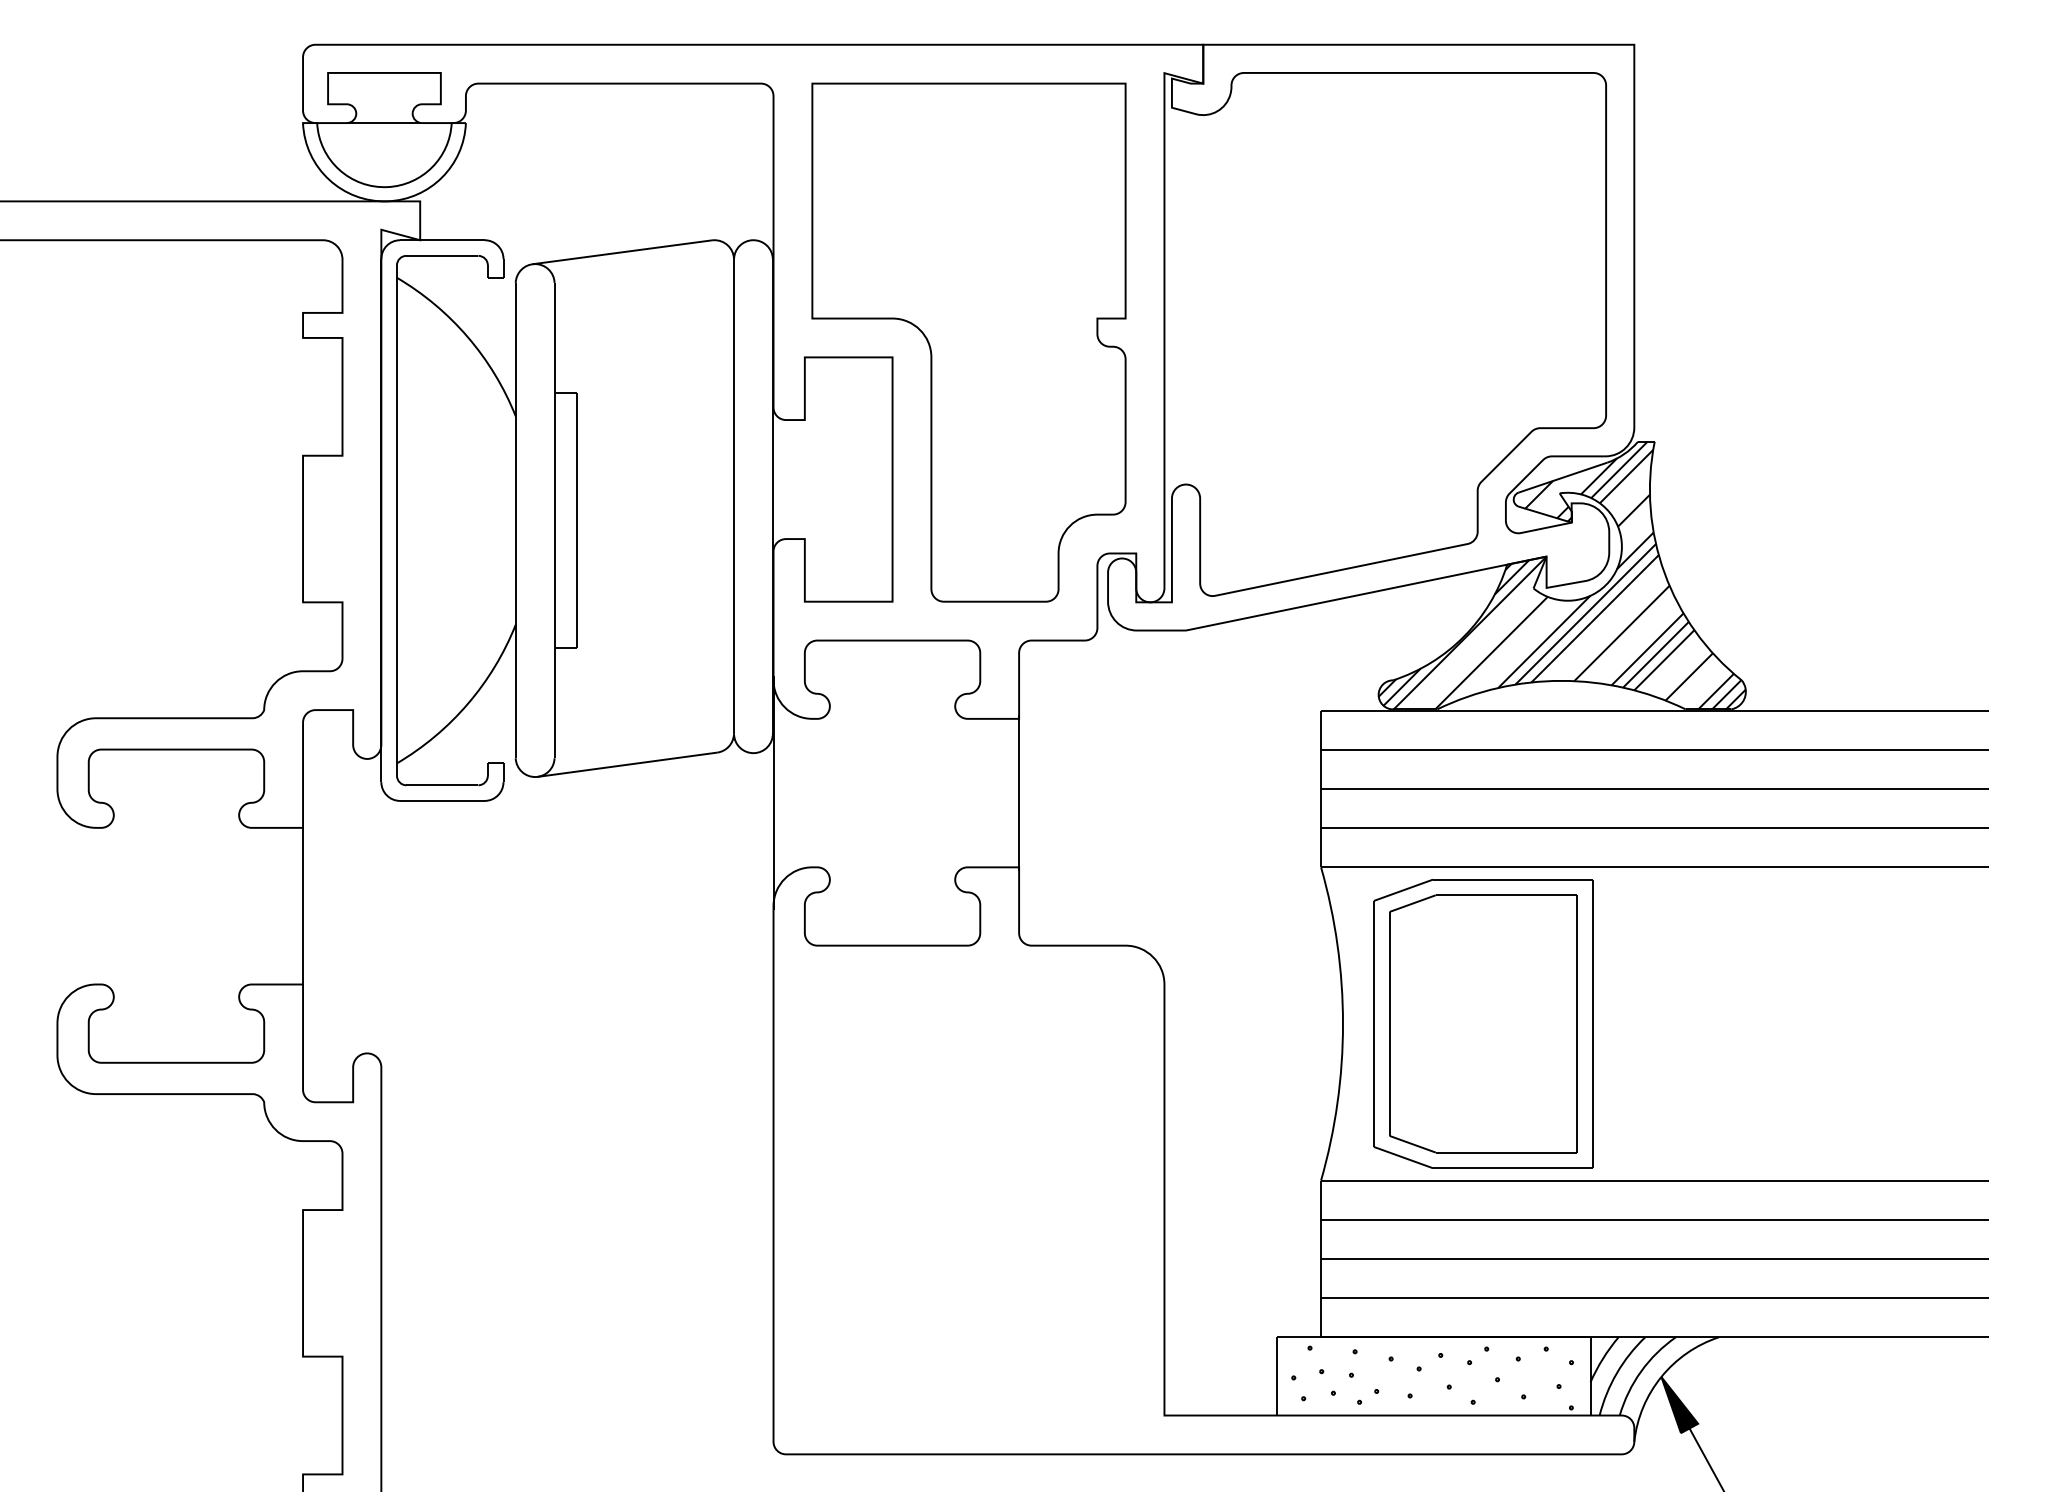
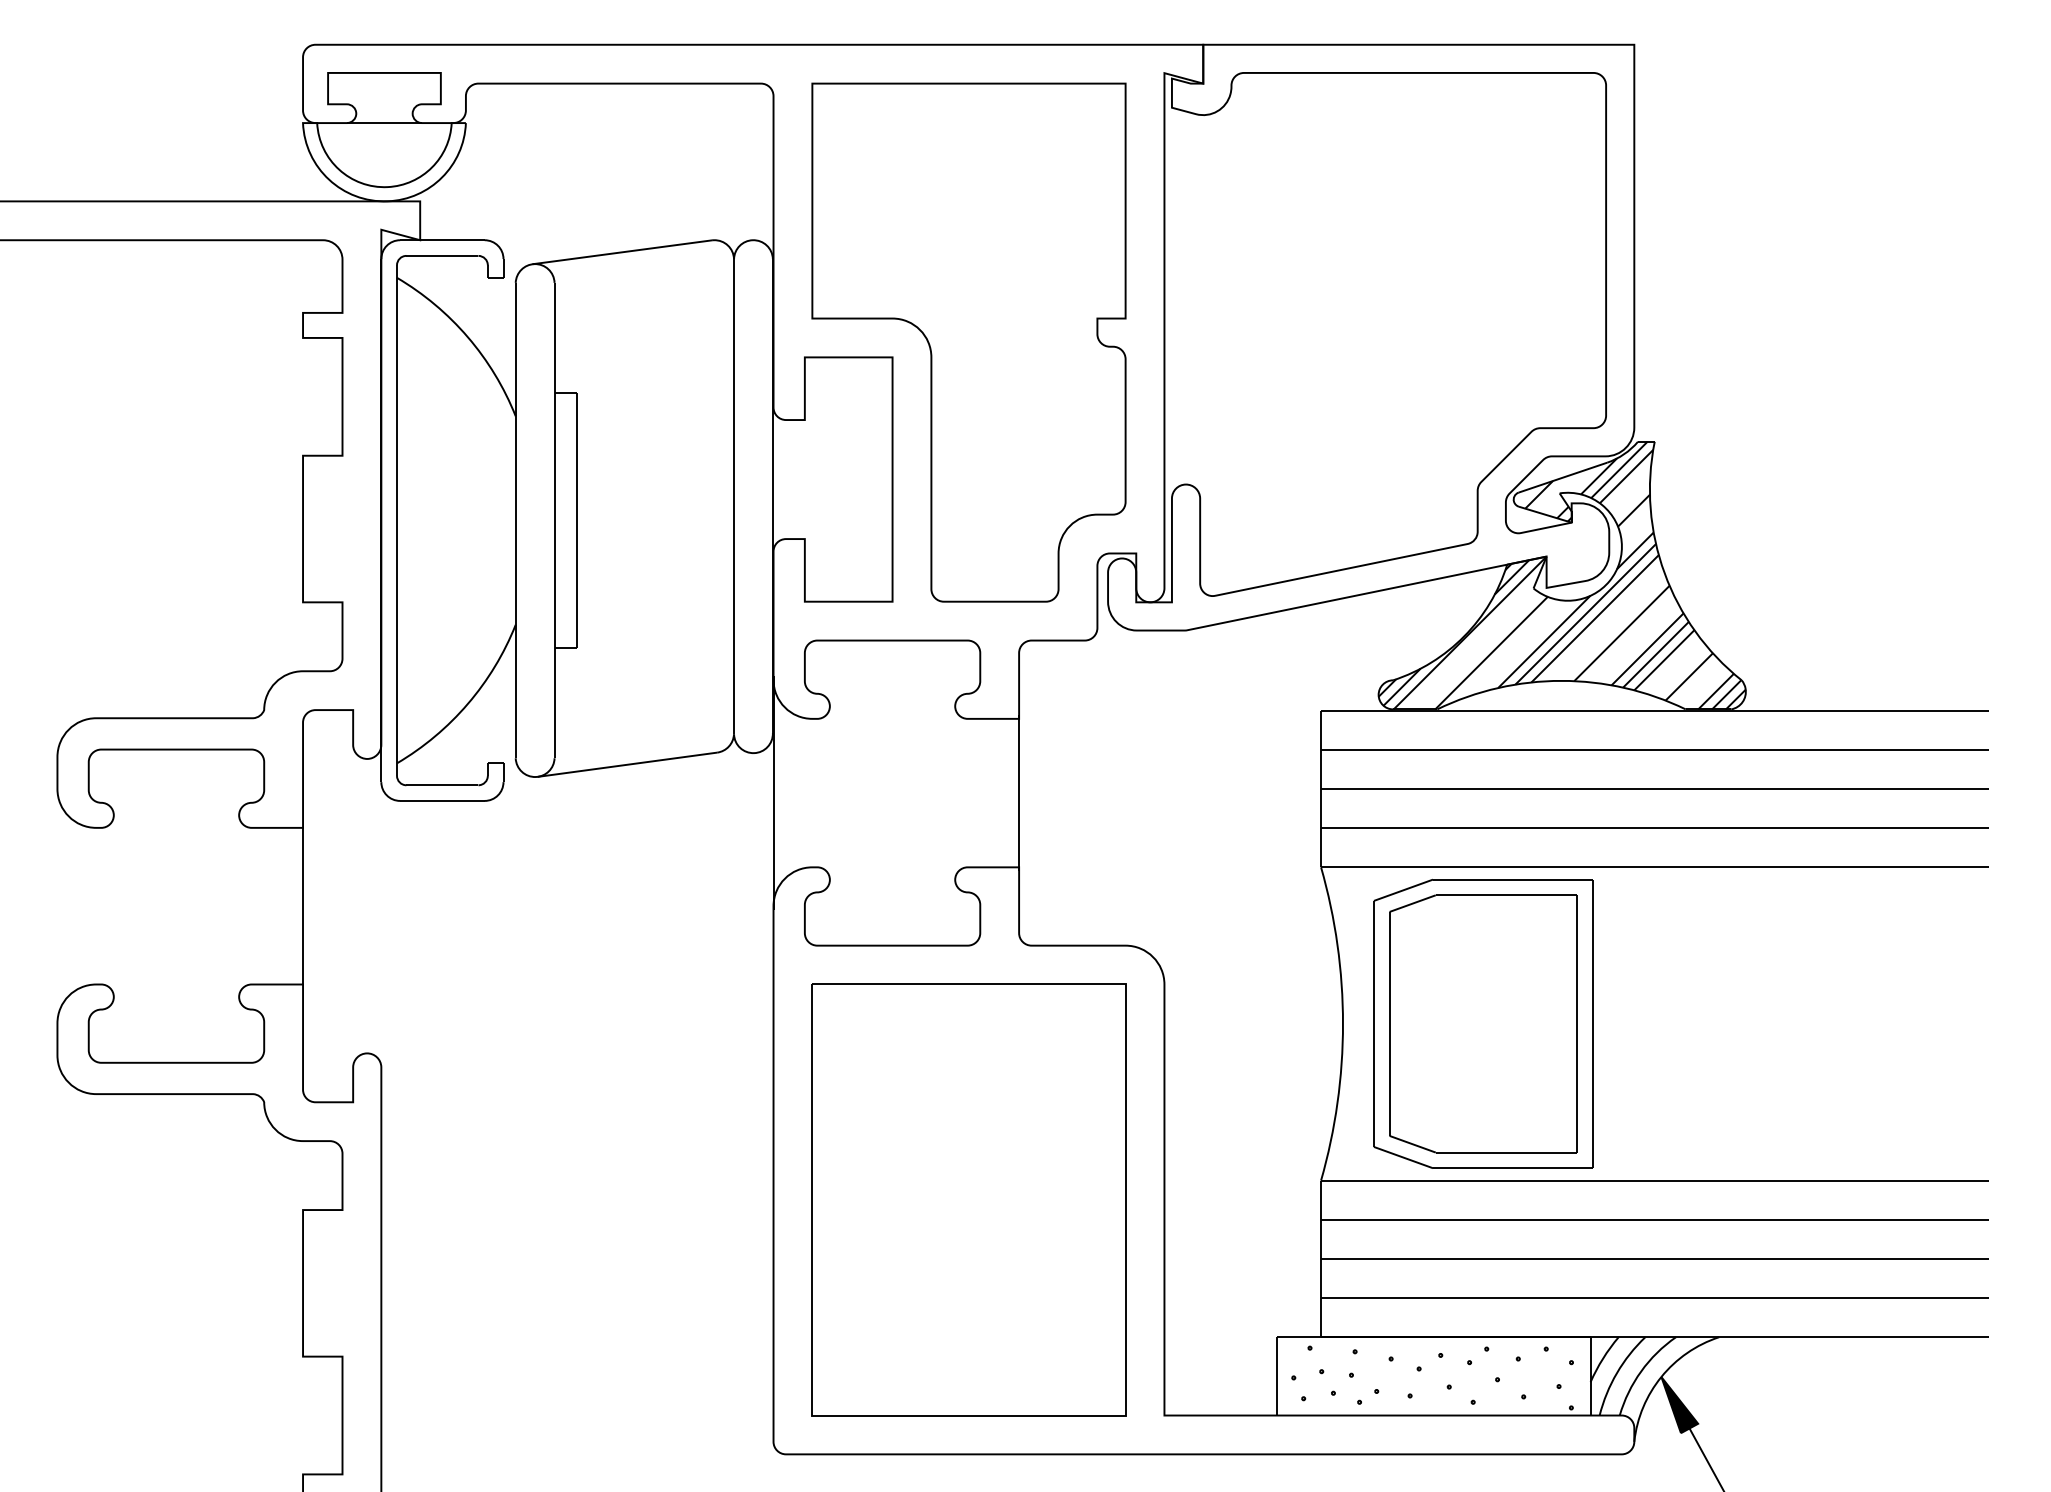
part at (968, 1199): none -> present
